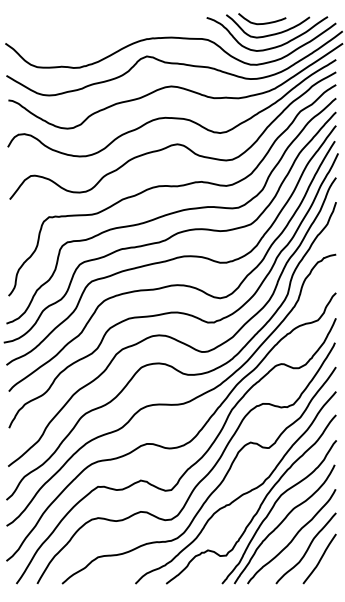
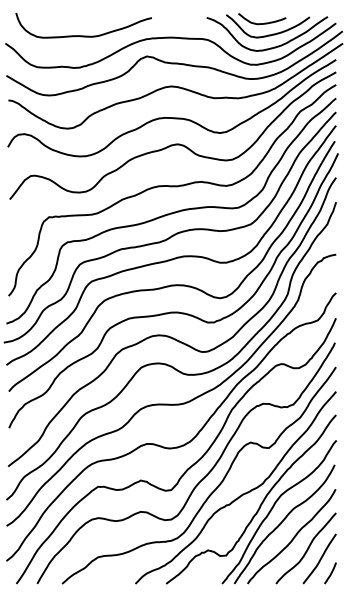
curve at (83, 35): none -> present
line at (330, 573): none -> present
